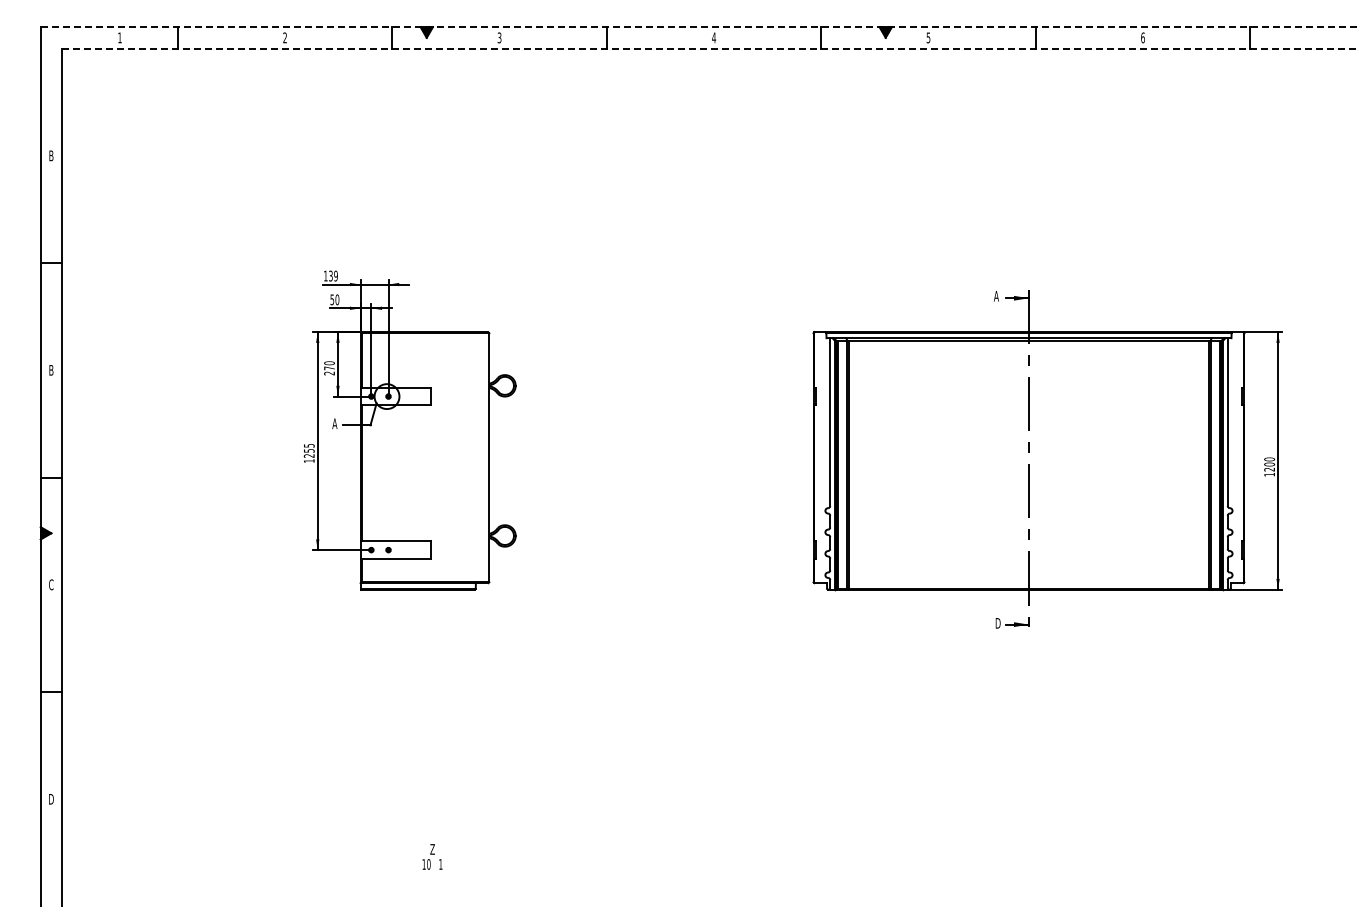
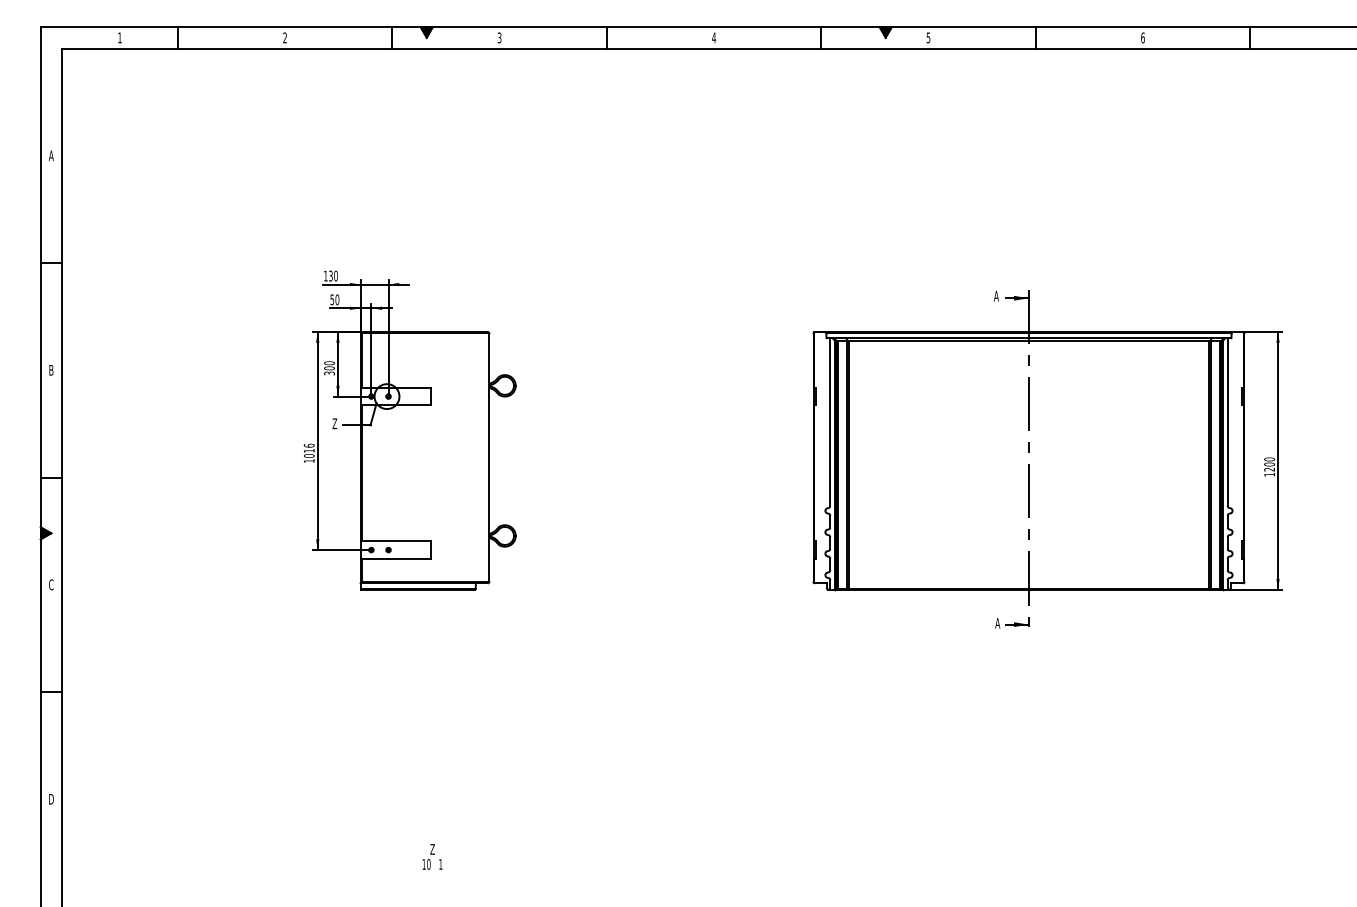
line at (698, 27): dashed -> solid
line at (709, 48): dashed -> solid
text at (50, 155): B -> A
text at (335, 276): 139 -> 130
text at (329, 370): 270 -> 300
text at (334, 423): A -> Z
text at (308, 450): 1255 -> 1016
text at (997, 623): D -> A
